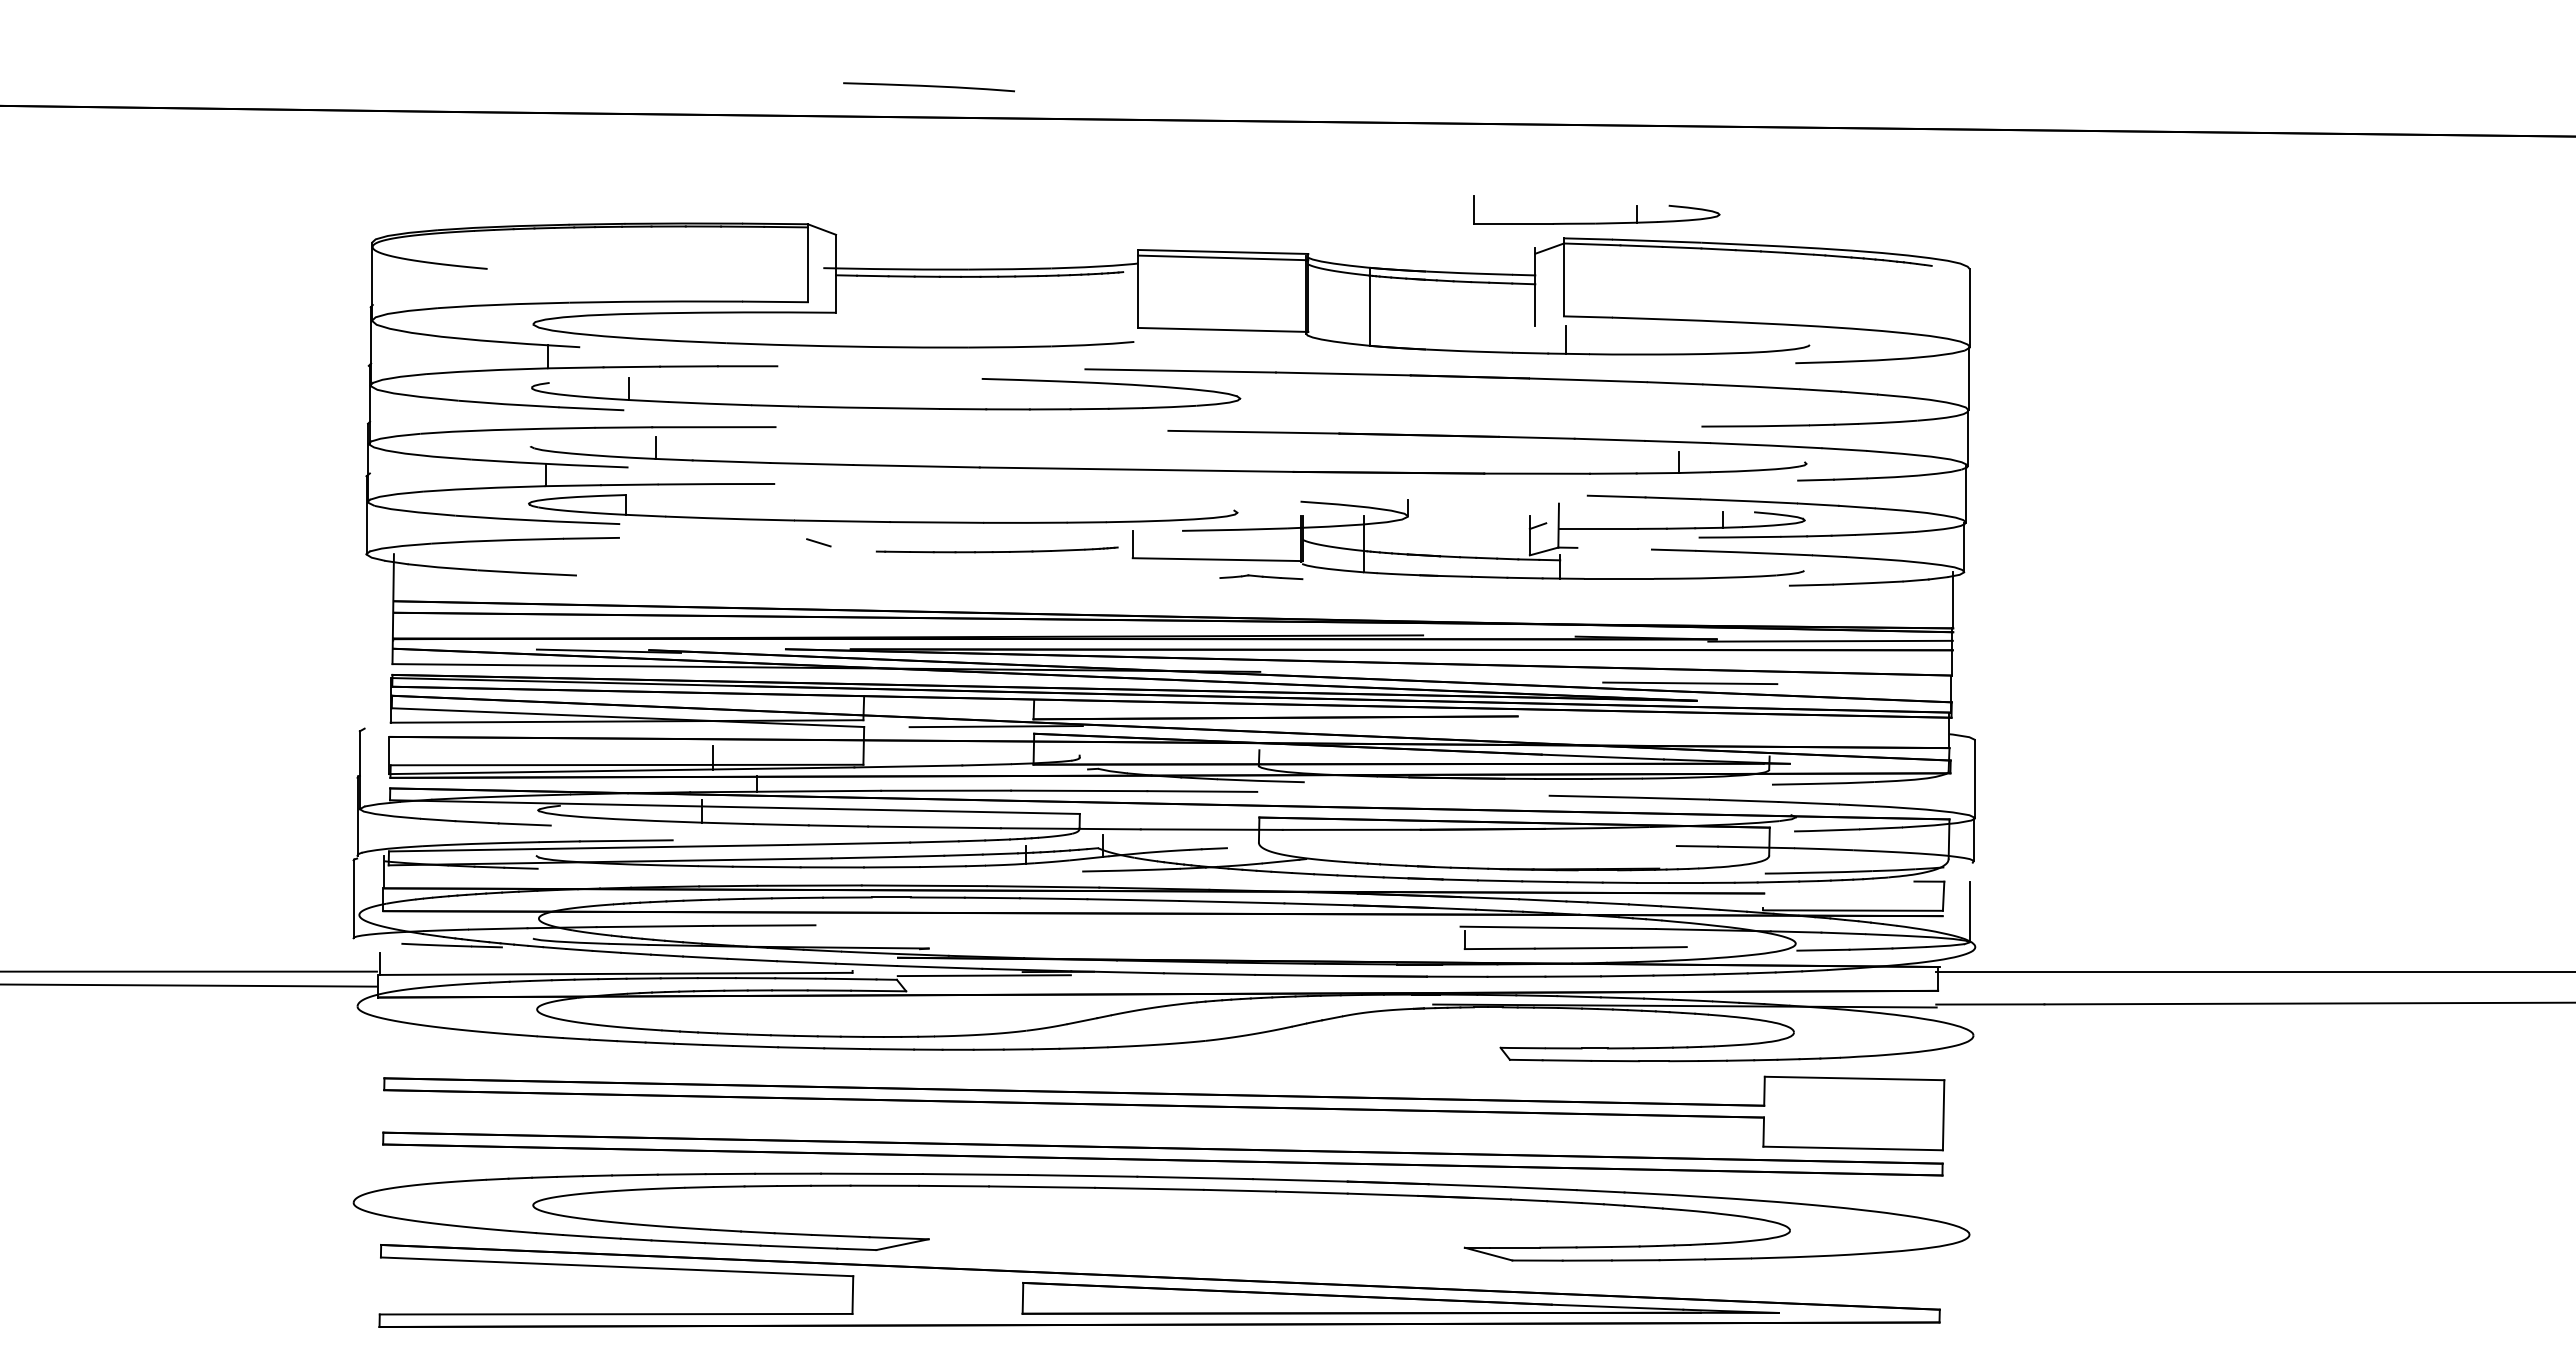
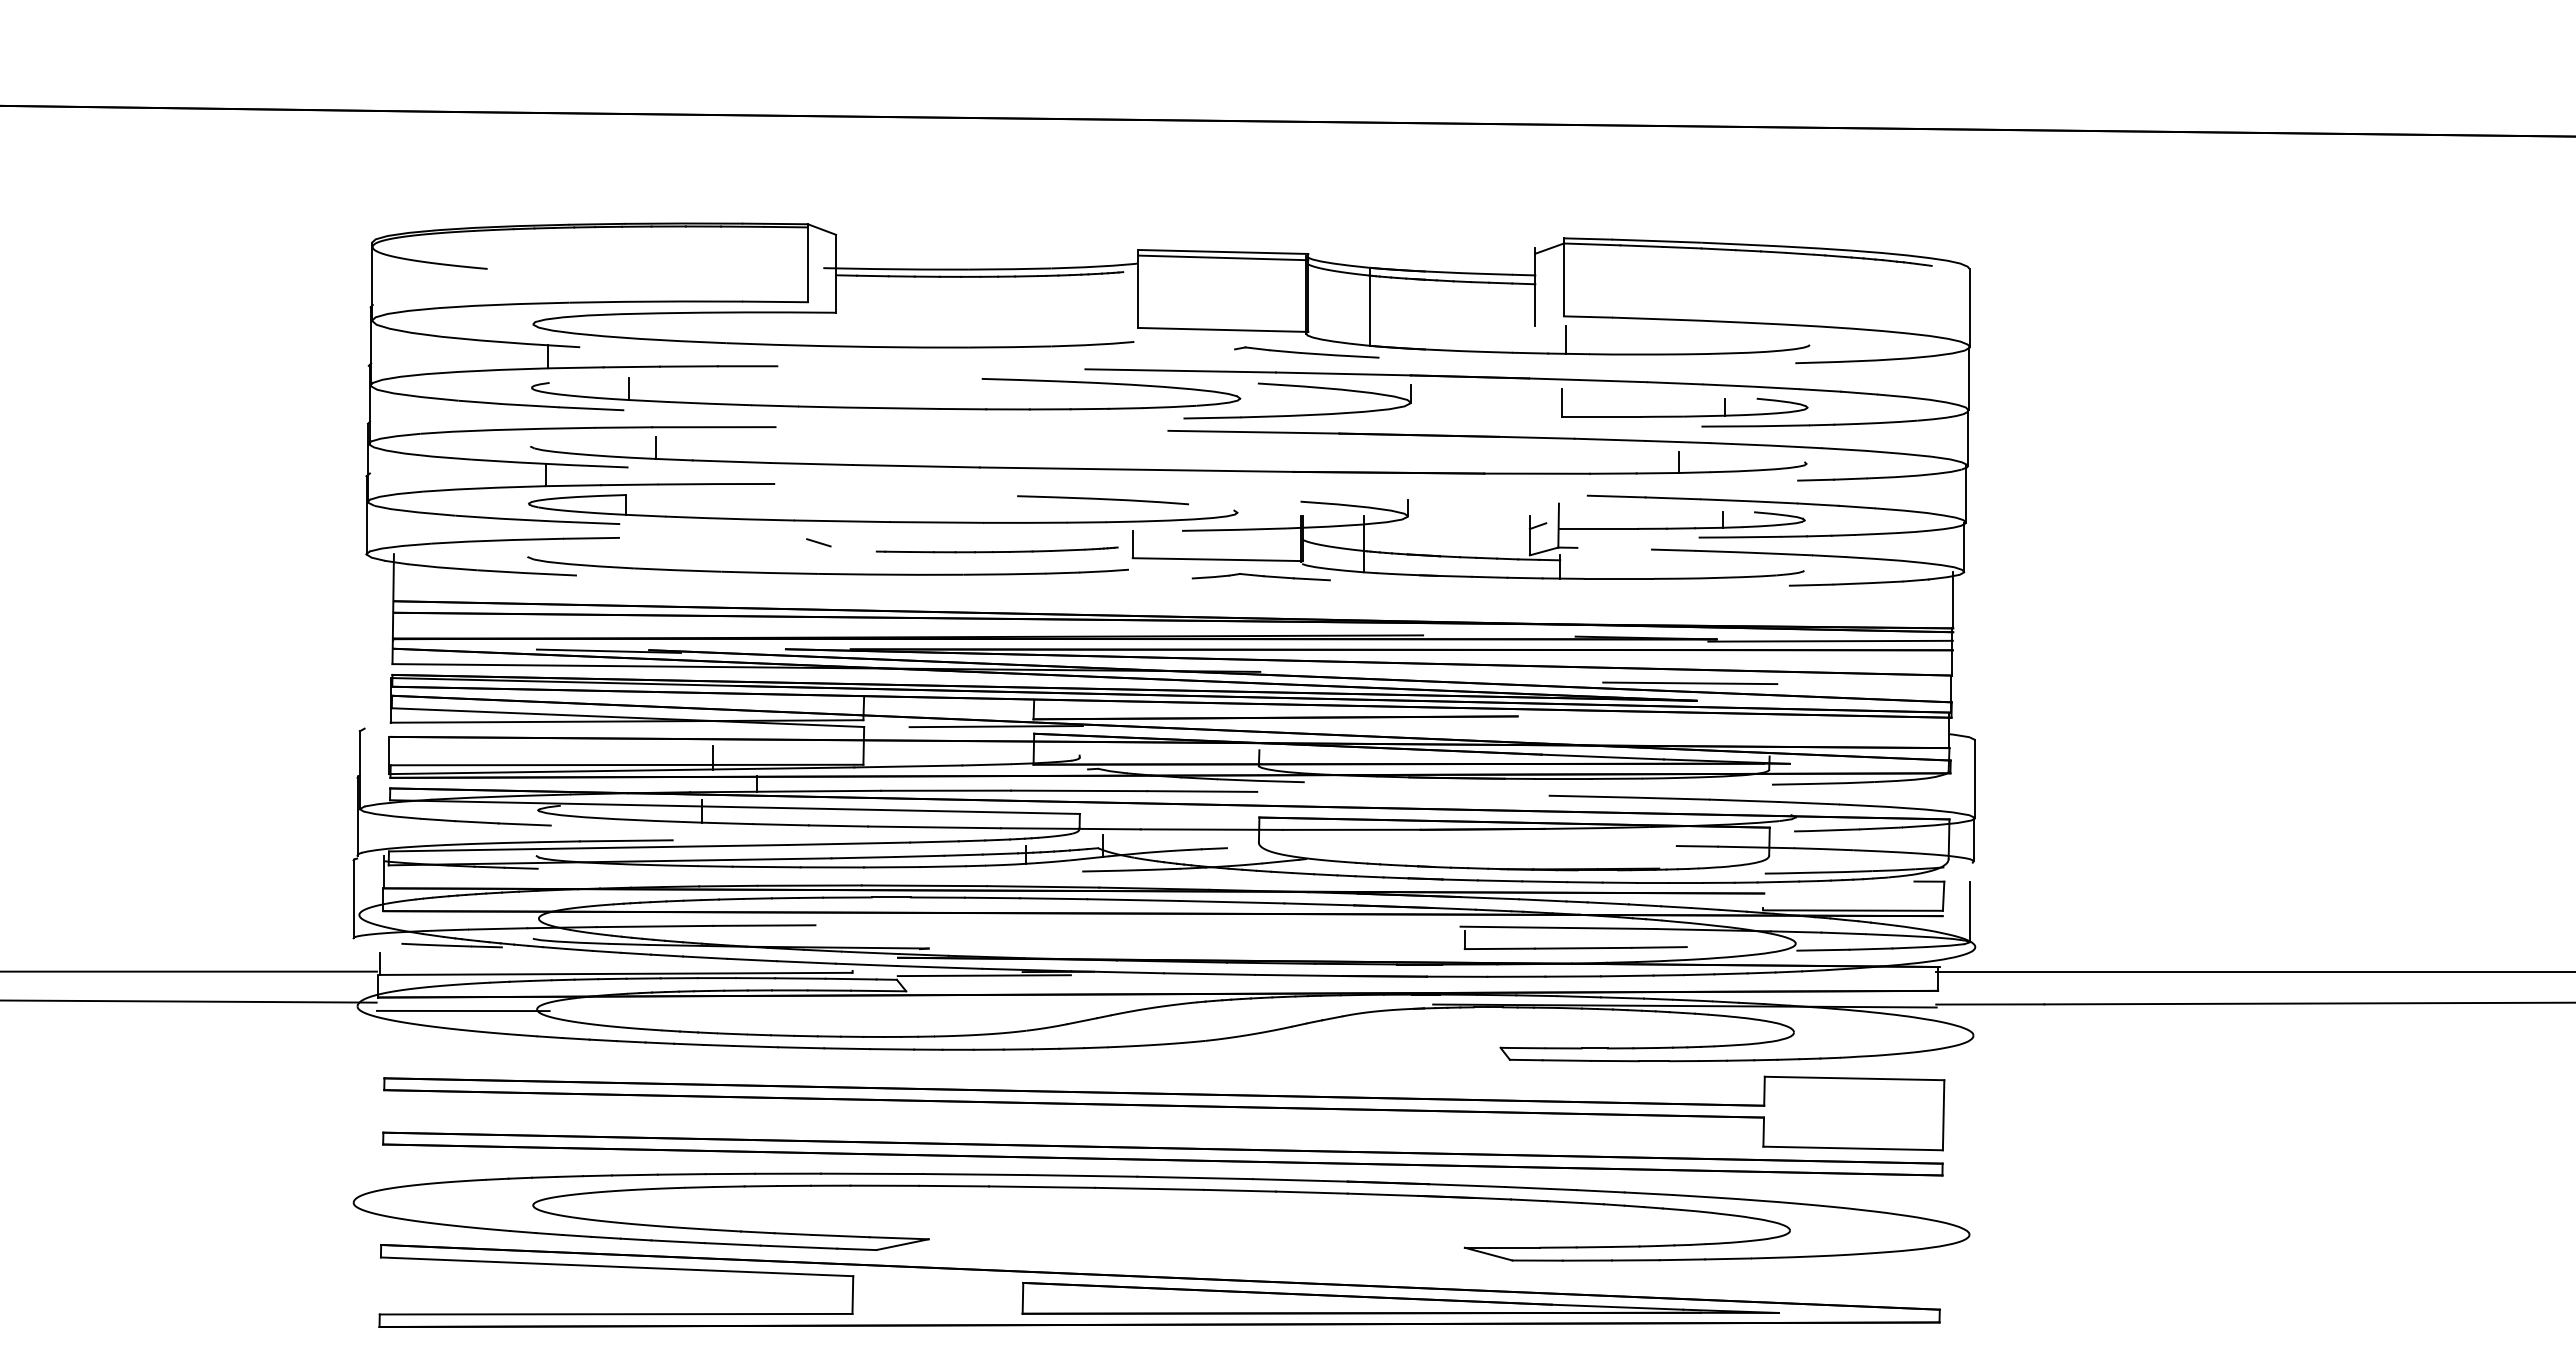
curve at (928, 86) position: (928, 86) -> (1102, 499)
part at (1596, 222) position: (1596, 222) -> (1684, 415)
part at (1306, 352): none -> present
part at (1298, 387): none -> present
part at (827, 573): none -> present
part at (1261, 577) size: 85x7 px -> 140x9 px
line at (189, 985) position: (189, 985) -> (189, 1001)
line at (462, 1010): none -> present
